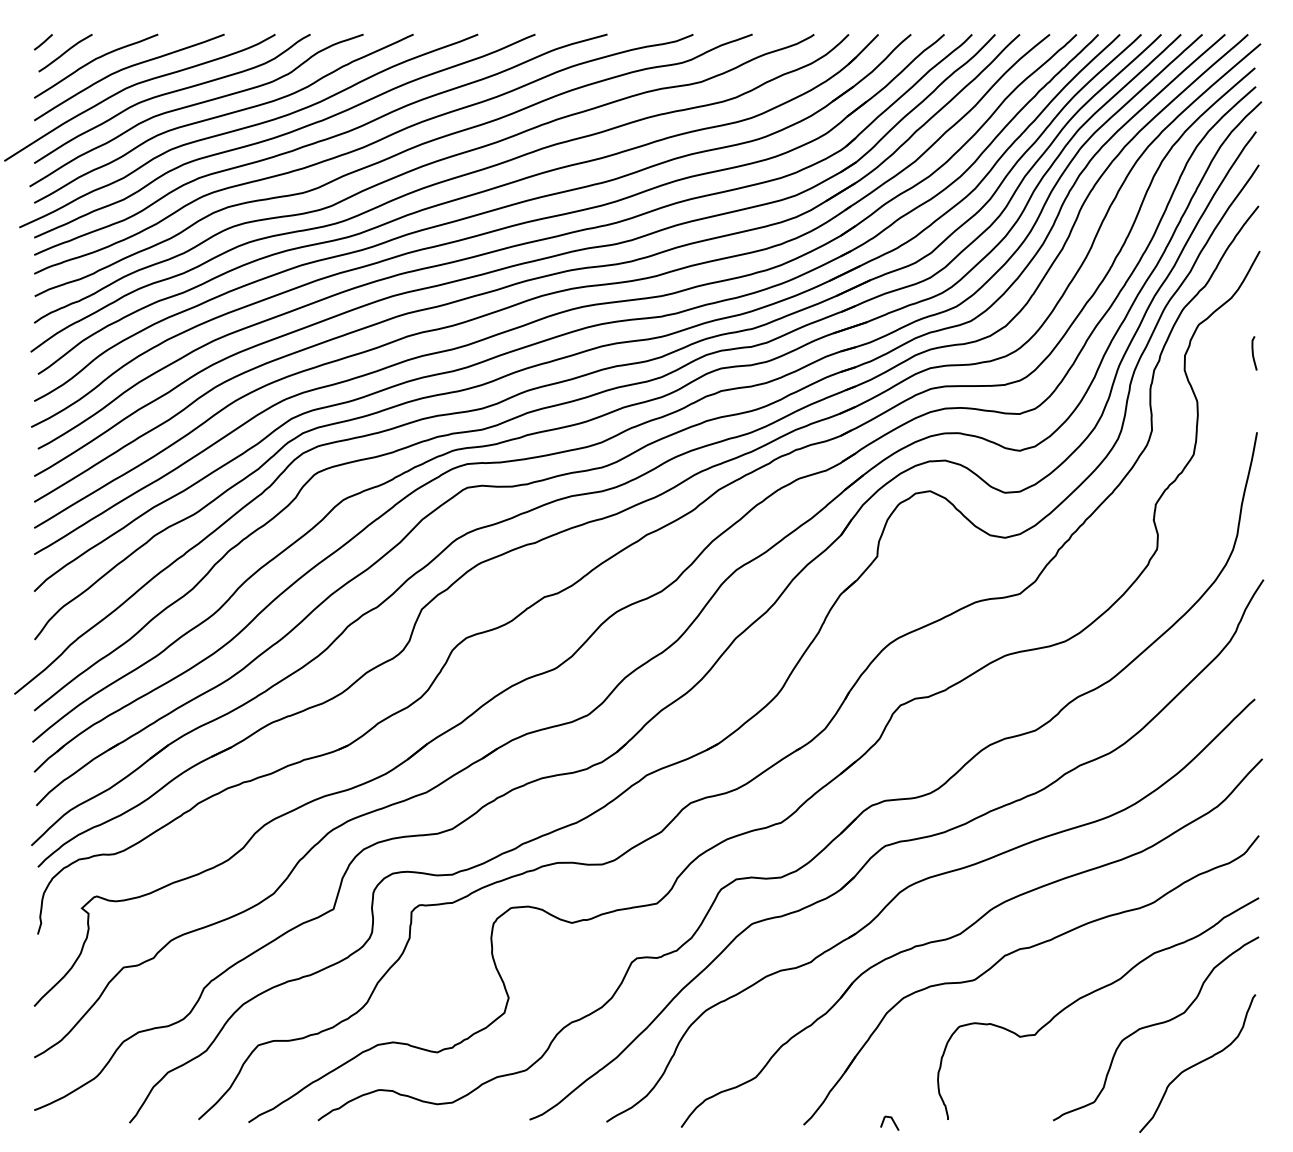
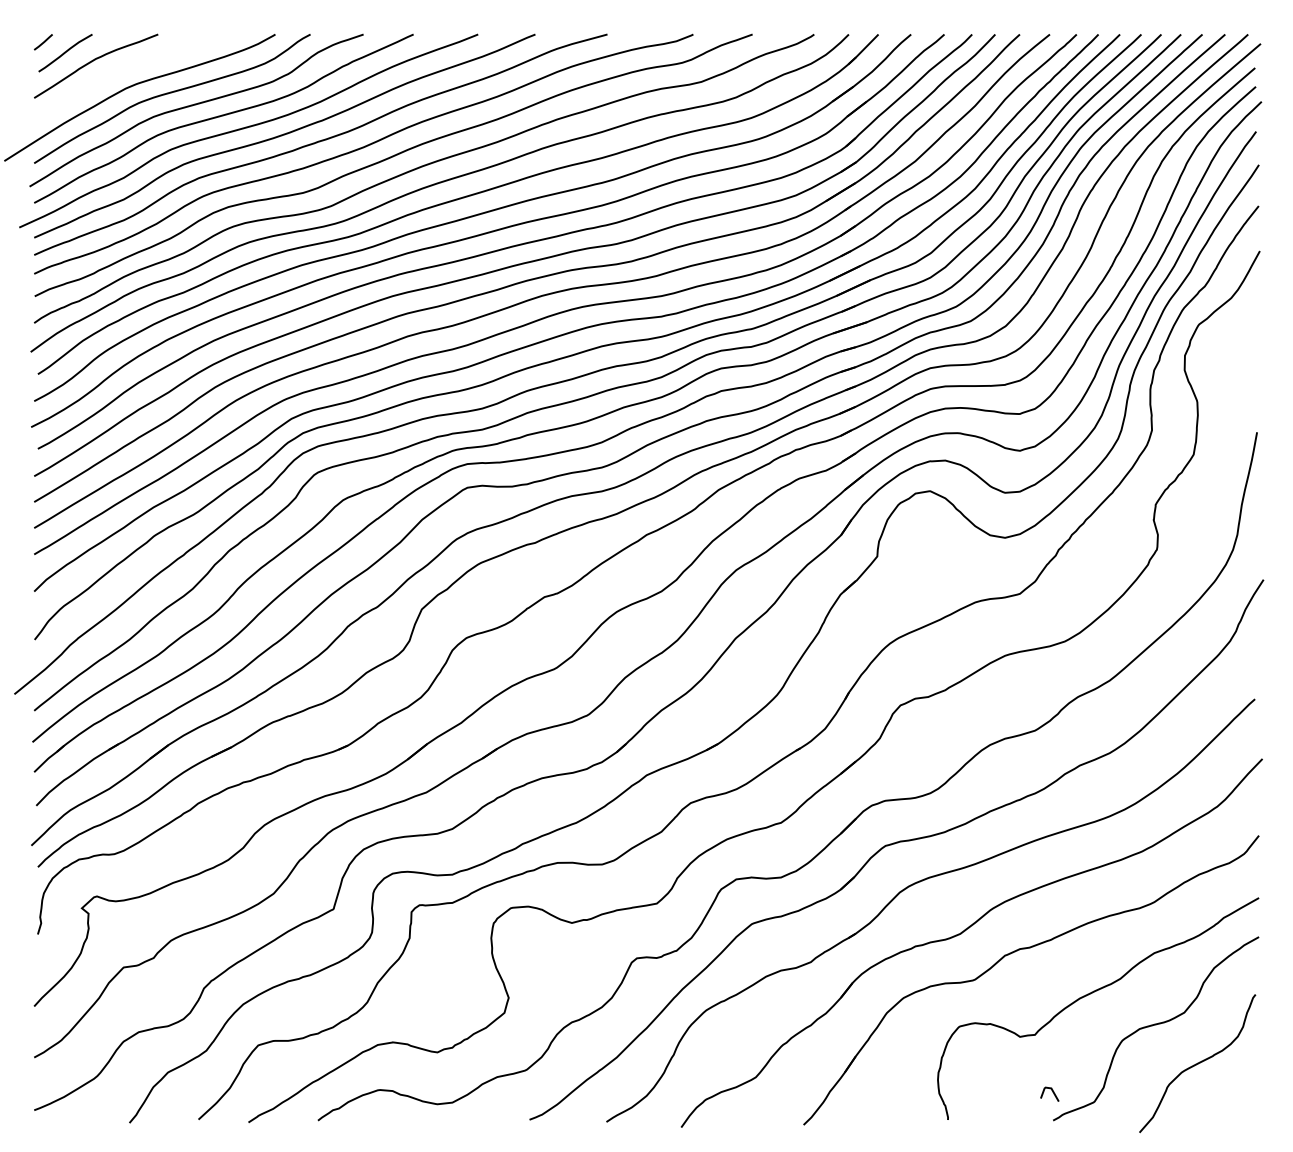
curve at (125, 69): present -> none
curve at (1253, 353): present -> none
line at (892, 1121) position: (892, 1121) -> (1052, 1092)
